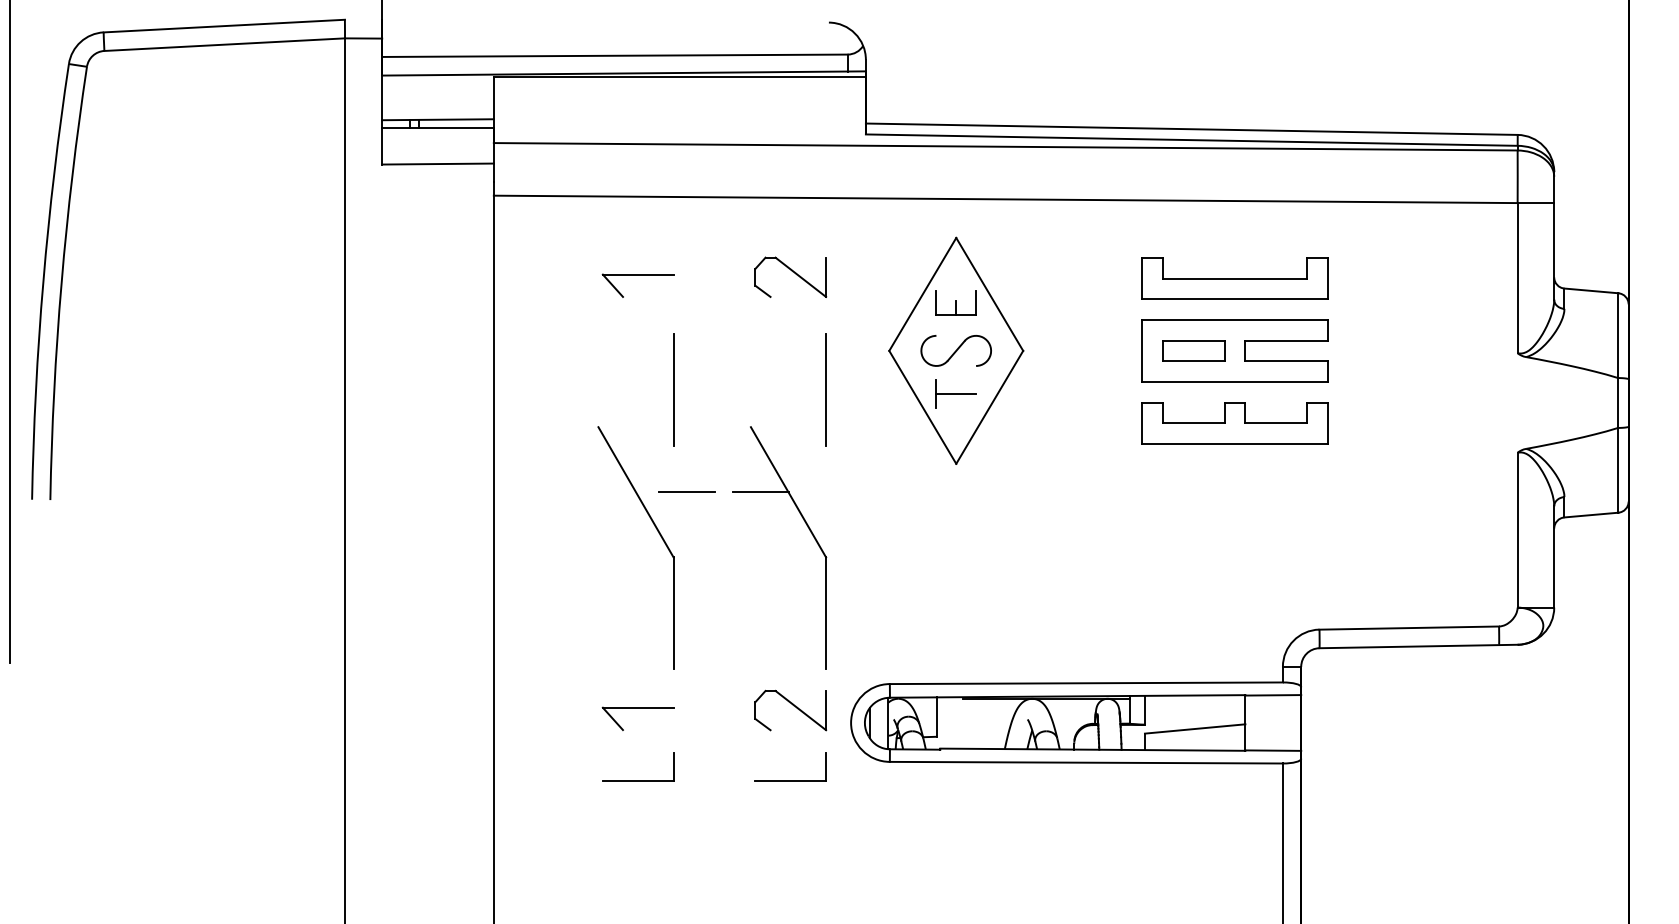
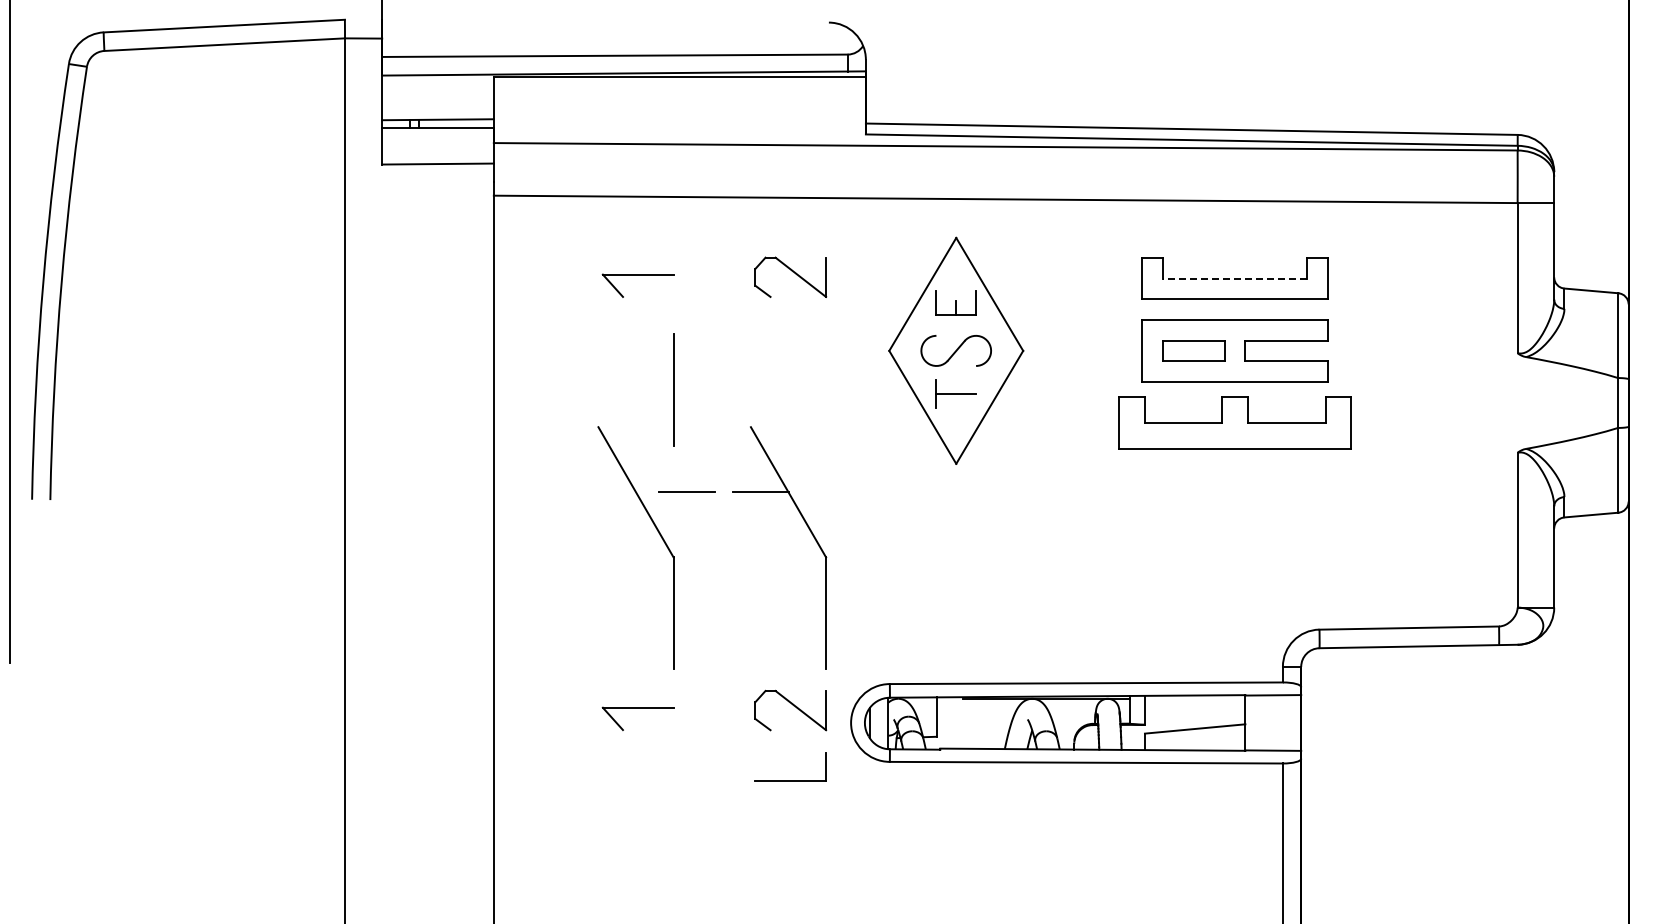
line at (1234, 278): solid -> dashed
line at (826, 389): present -> none
part at (1234, 423) size: 188x43 px -> 234x54 px
part at (638, 780): present -> none
